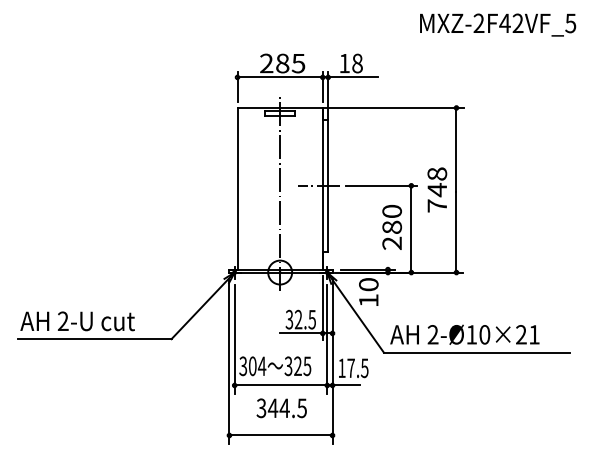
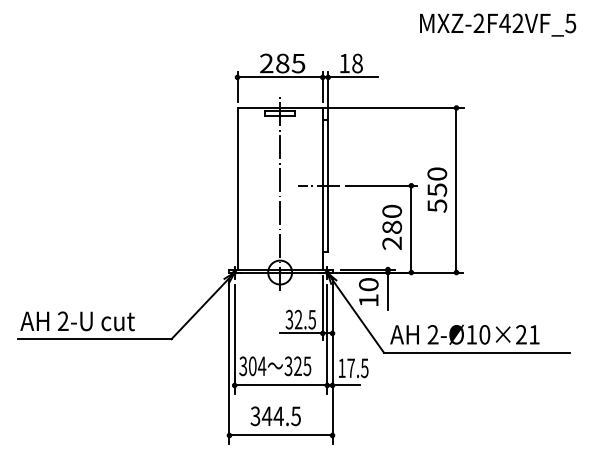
text at (437, 189): 748 -> 550
line at (387, 289): none -> present
text at (281, 408) position: (281, 408) -> (275, 416)
